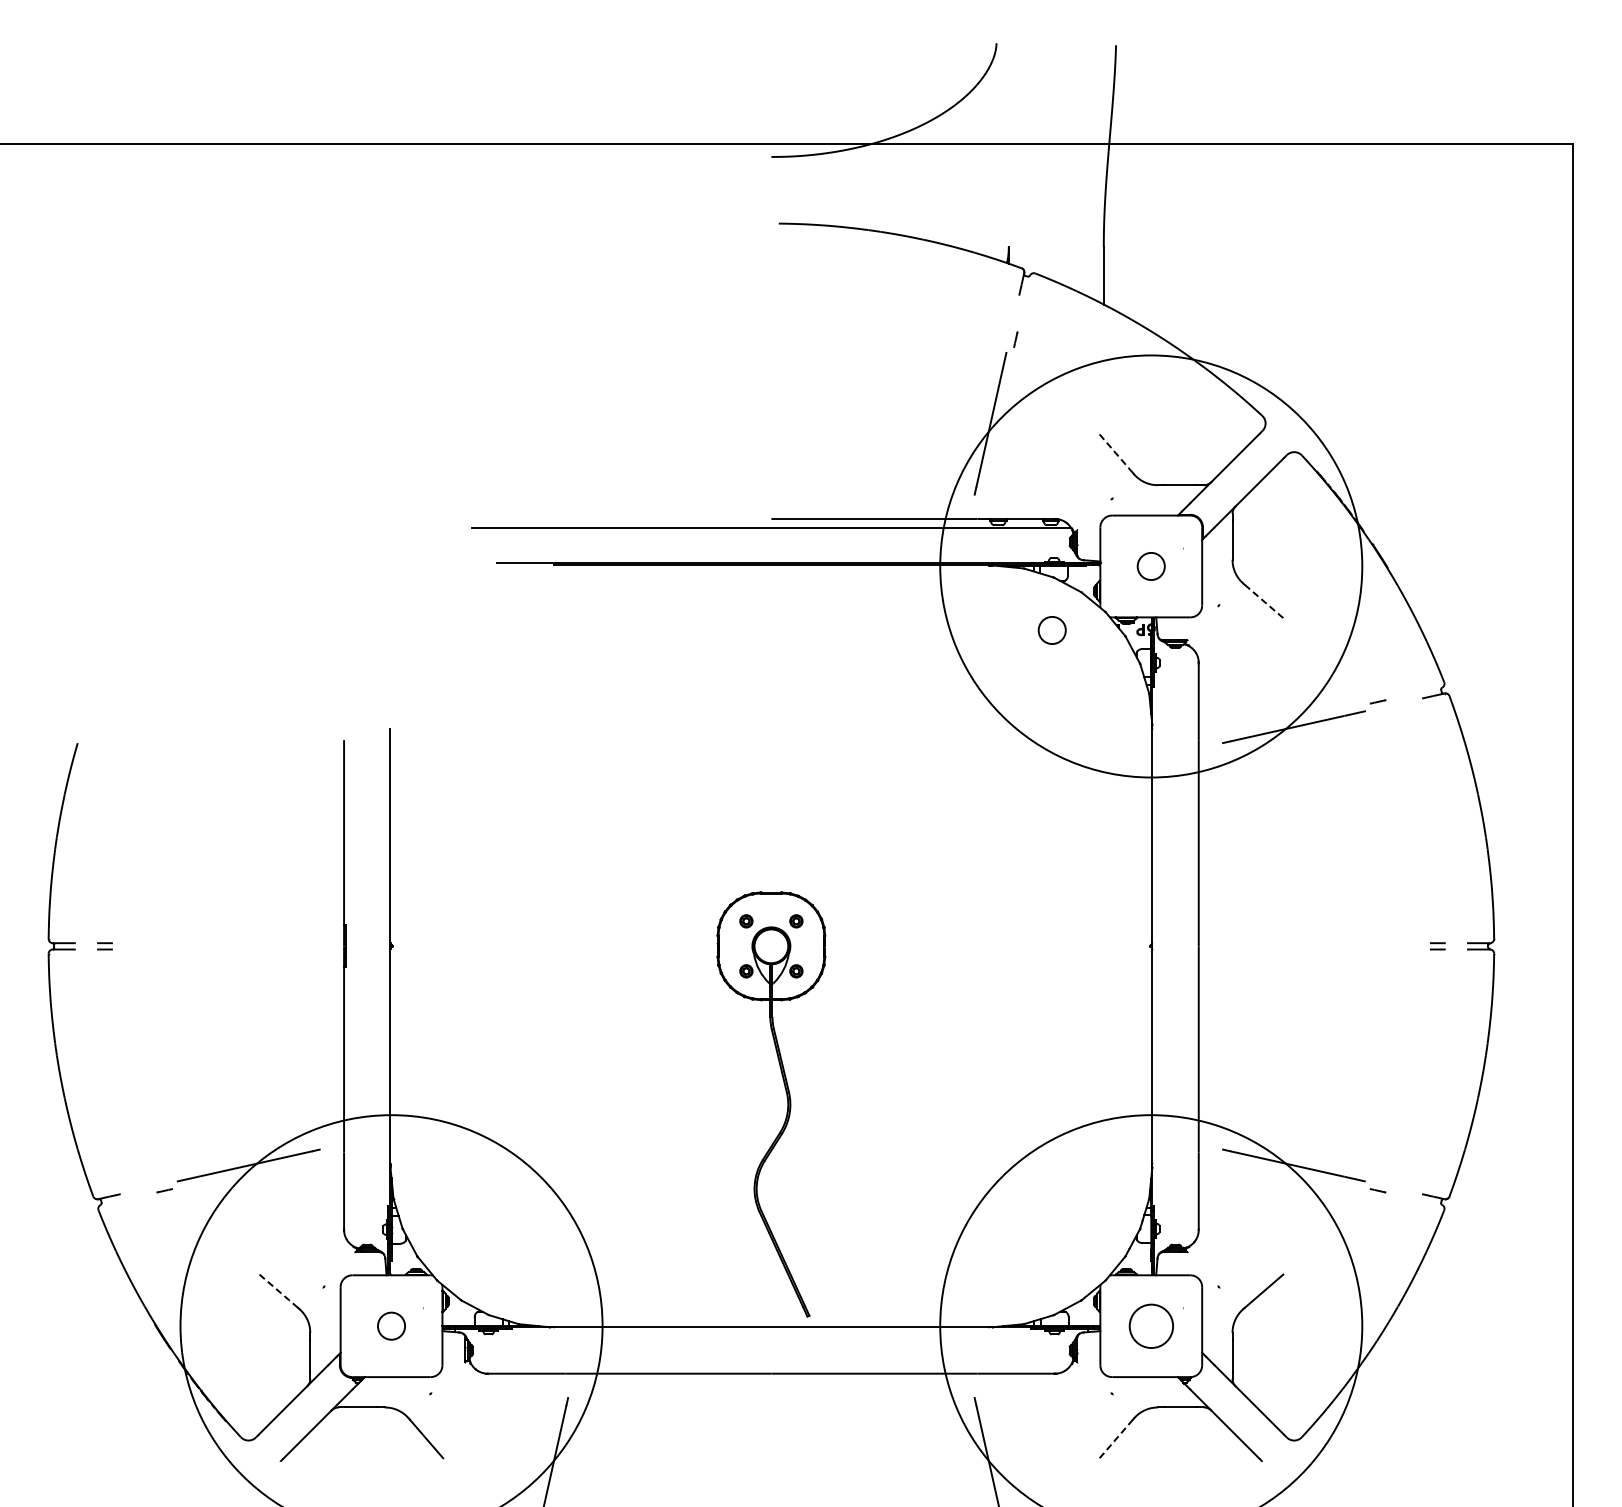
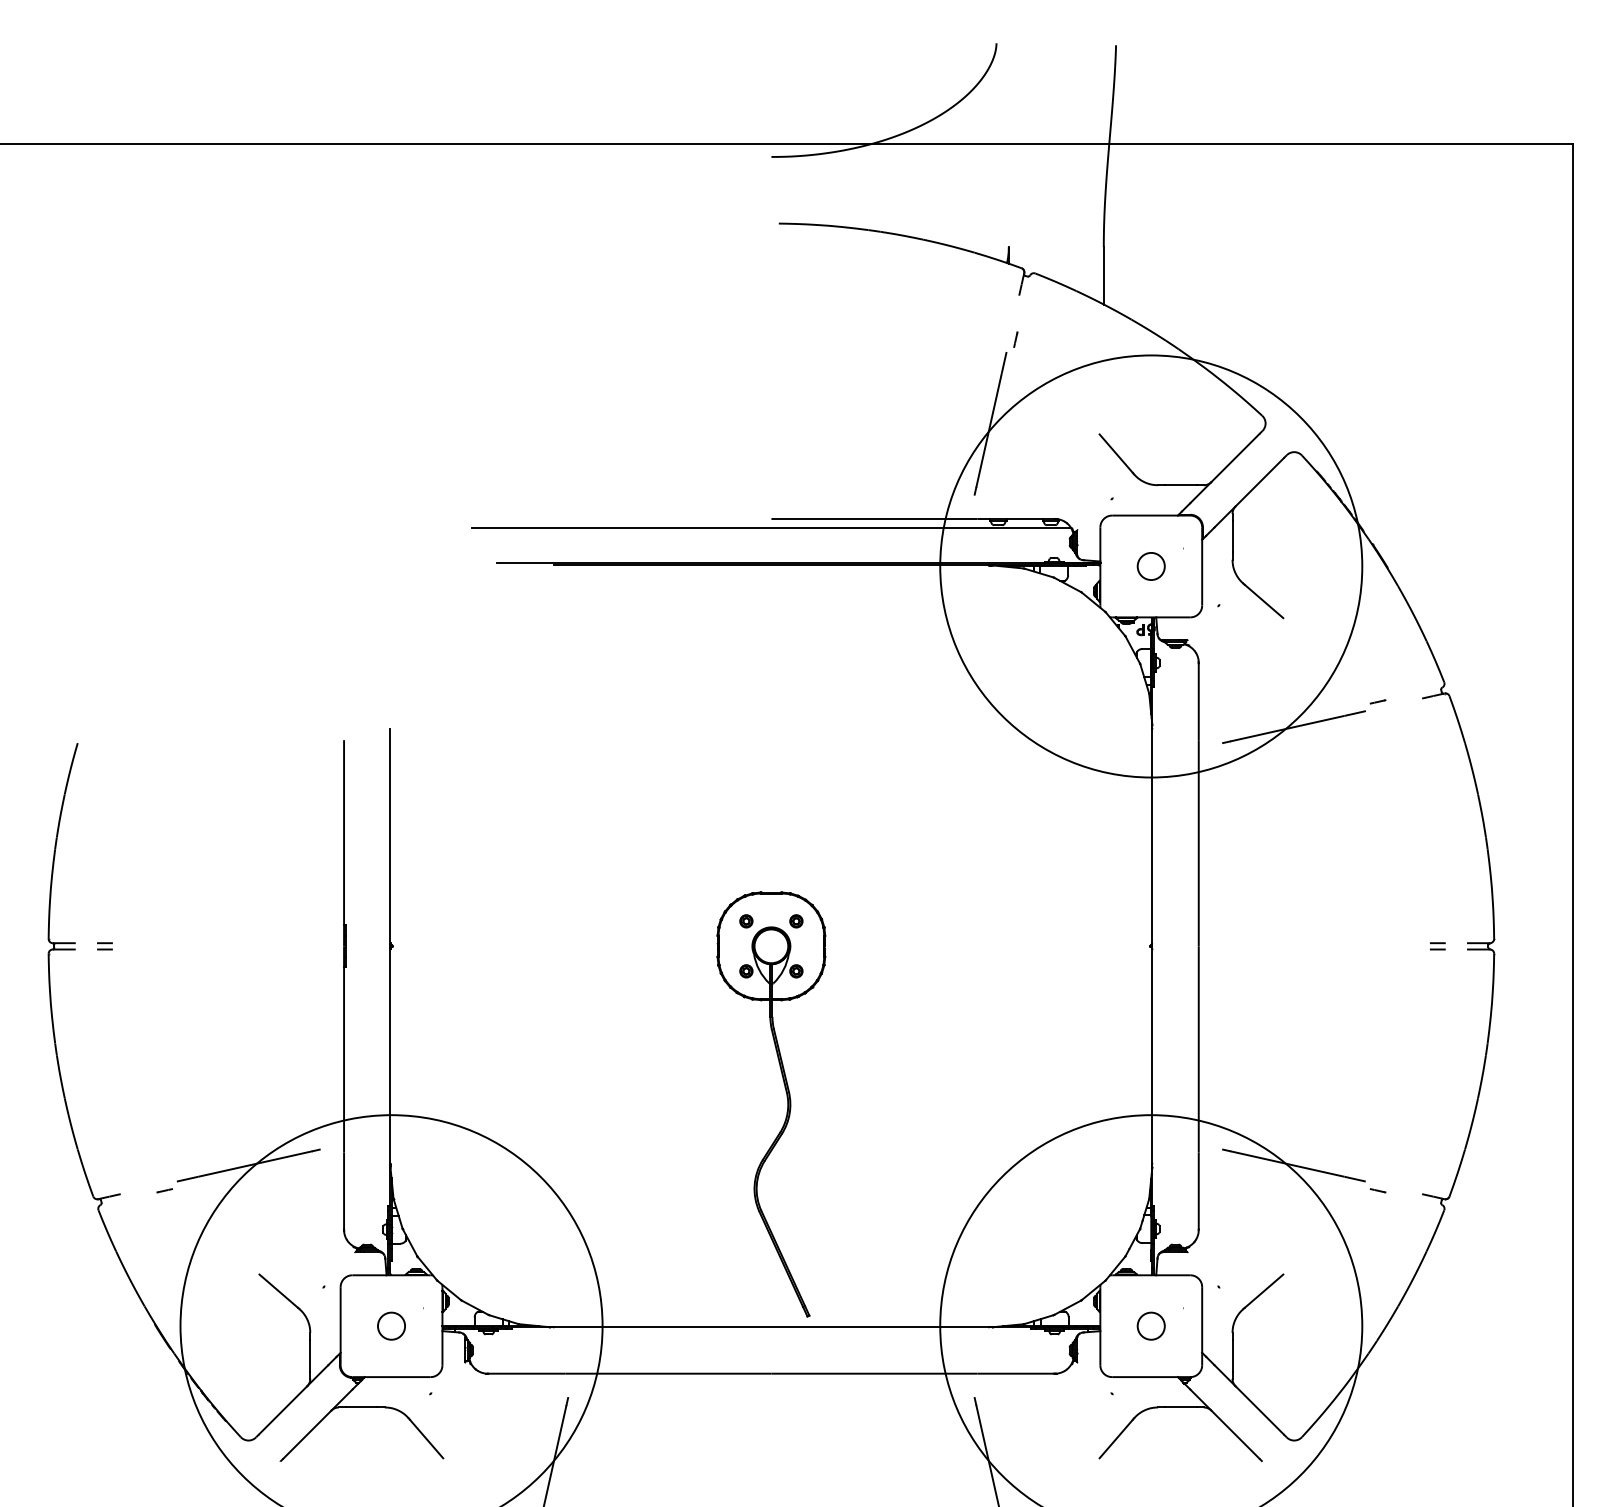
line at (1116, 453): dashed -> solid
line at (1264, 601): dashed -> solid
circle at (1051, 630): present -> none
line at (278, 1291): dashed -> solid
circle at (1150, 1325) size: 46x46 px -> 30x30 px
line at (1116, 1438): dashed -> solid
